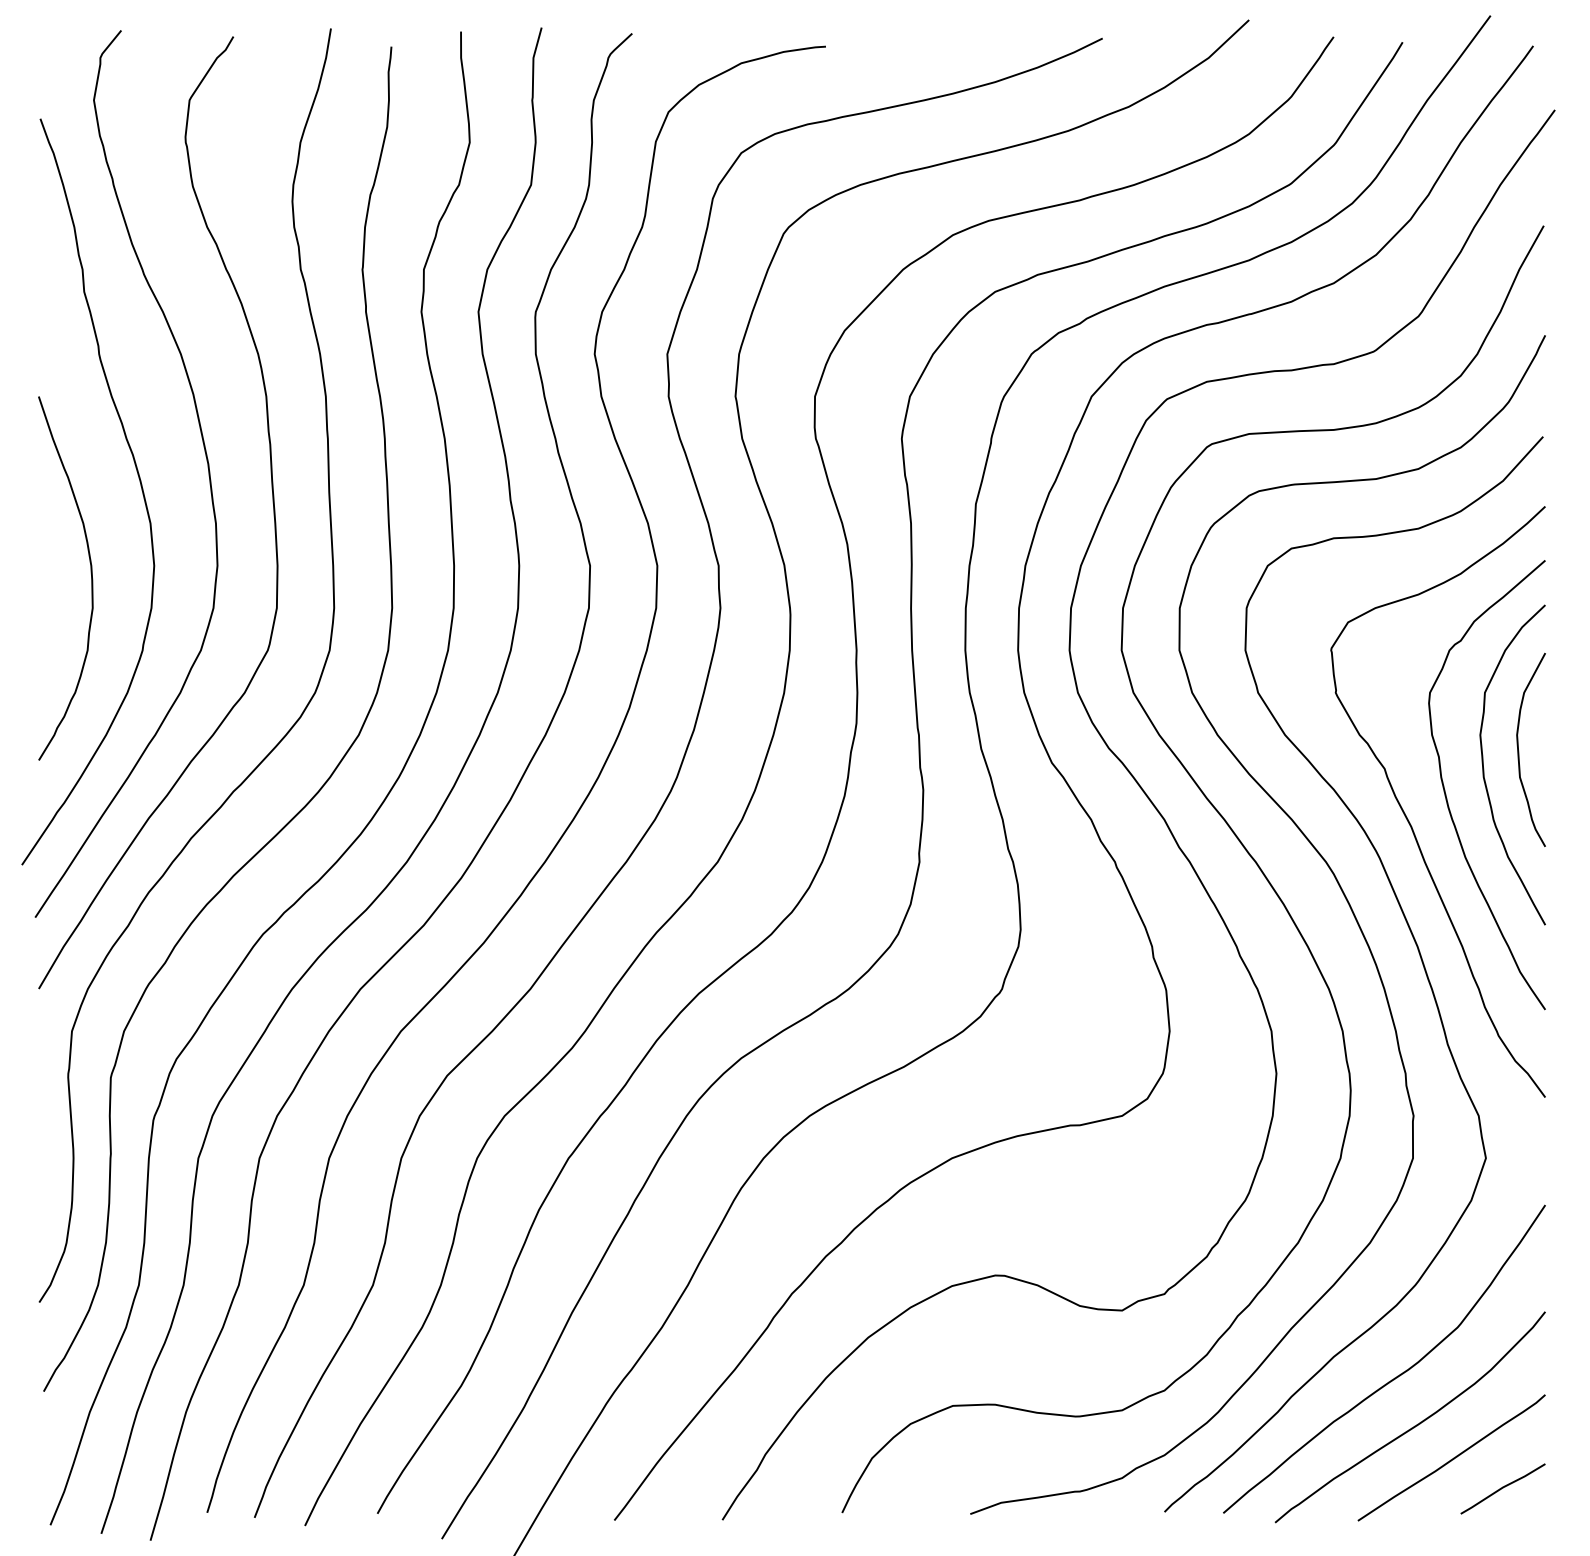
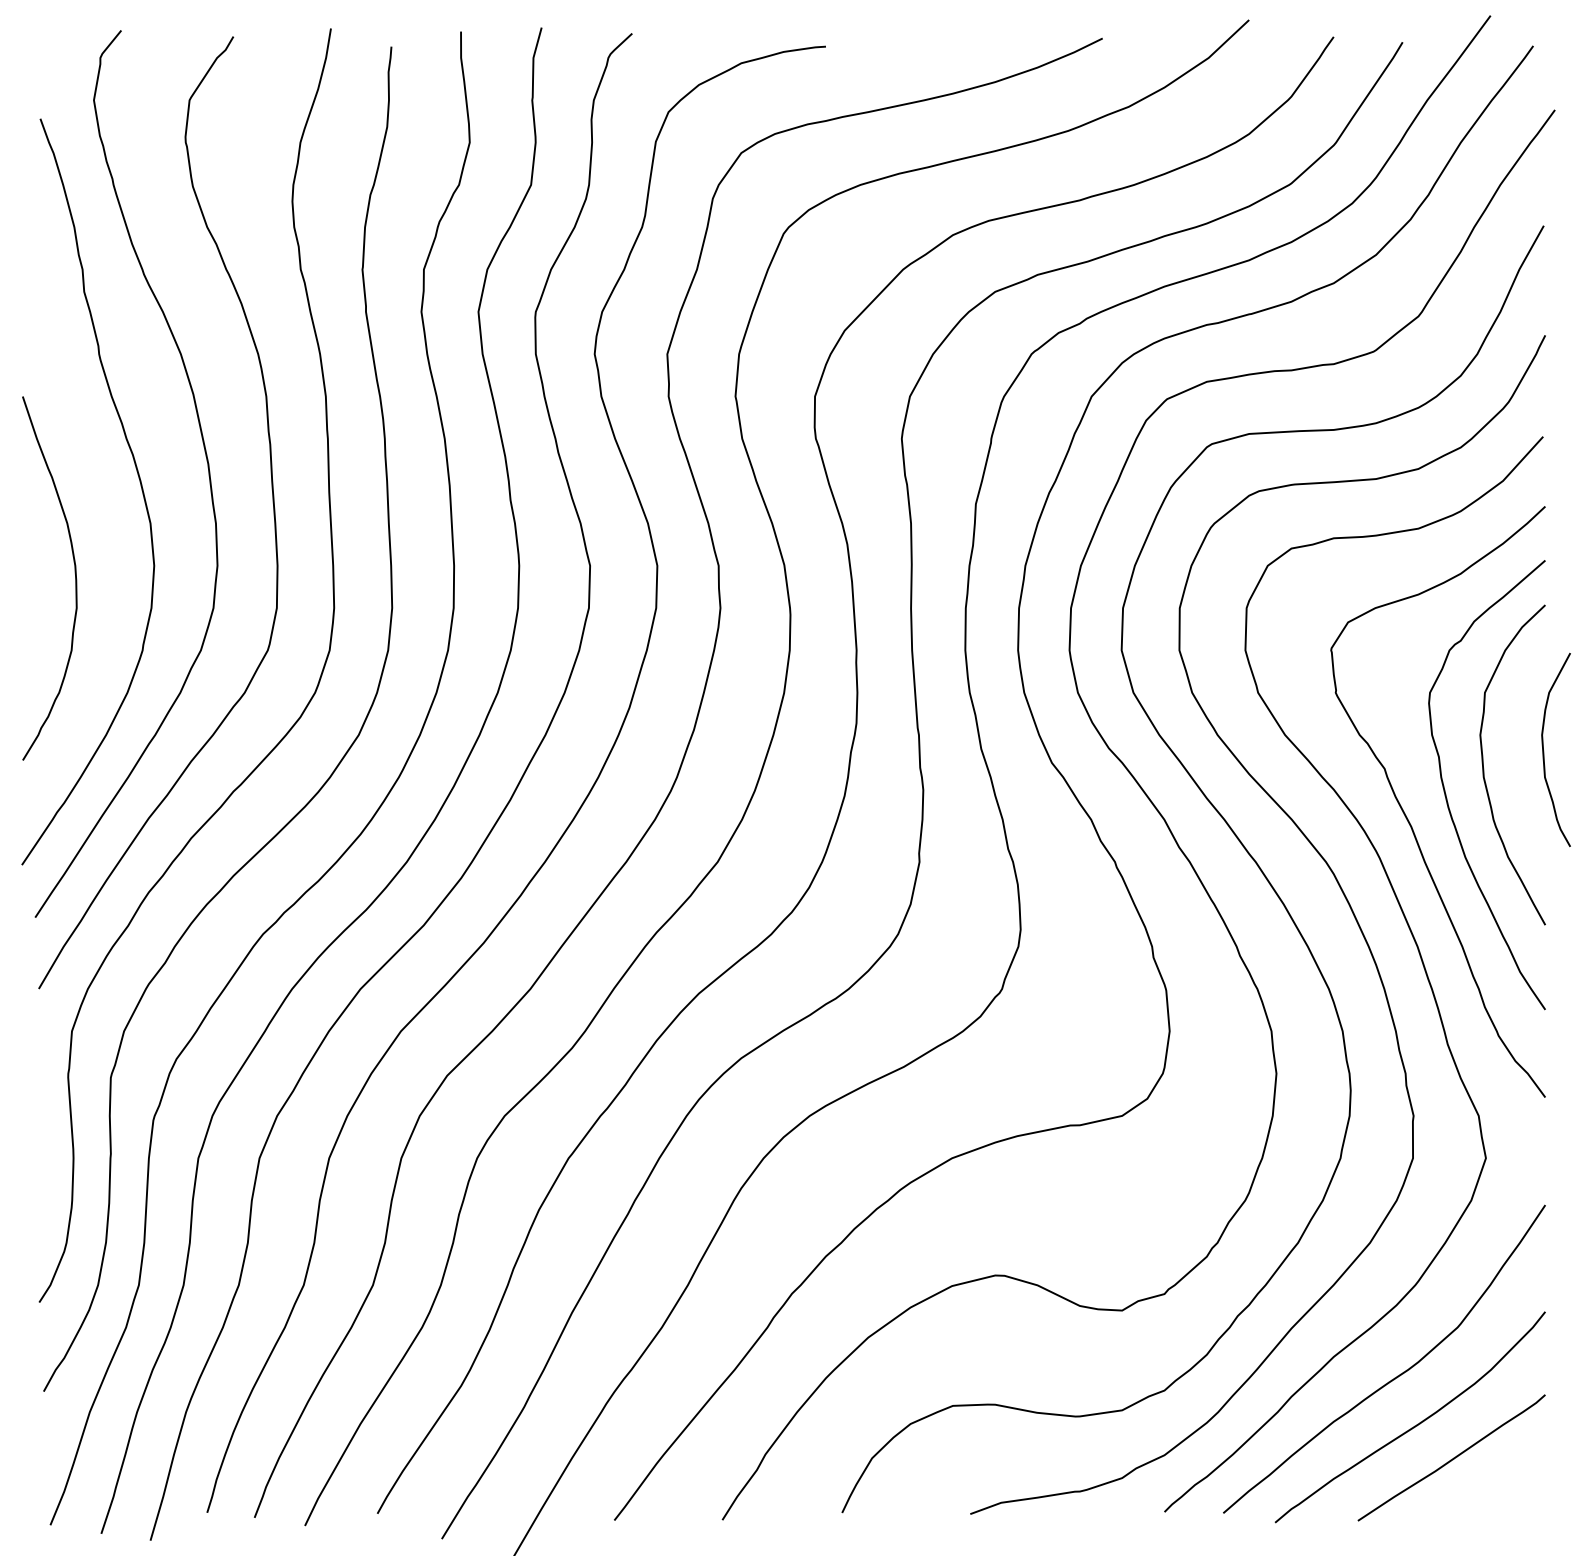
curve at (90, 573) position: (90, 573) -> (74, 573)
curve at (1519, 751) position: (1519, 751) -> (1544, 751)
line at (1502, 1488): present -> none
